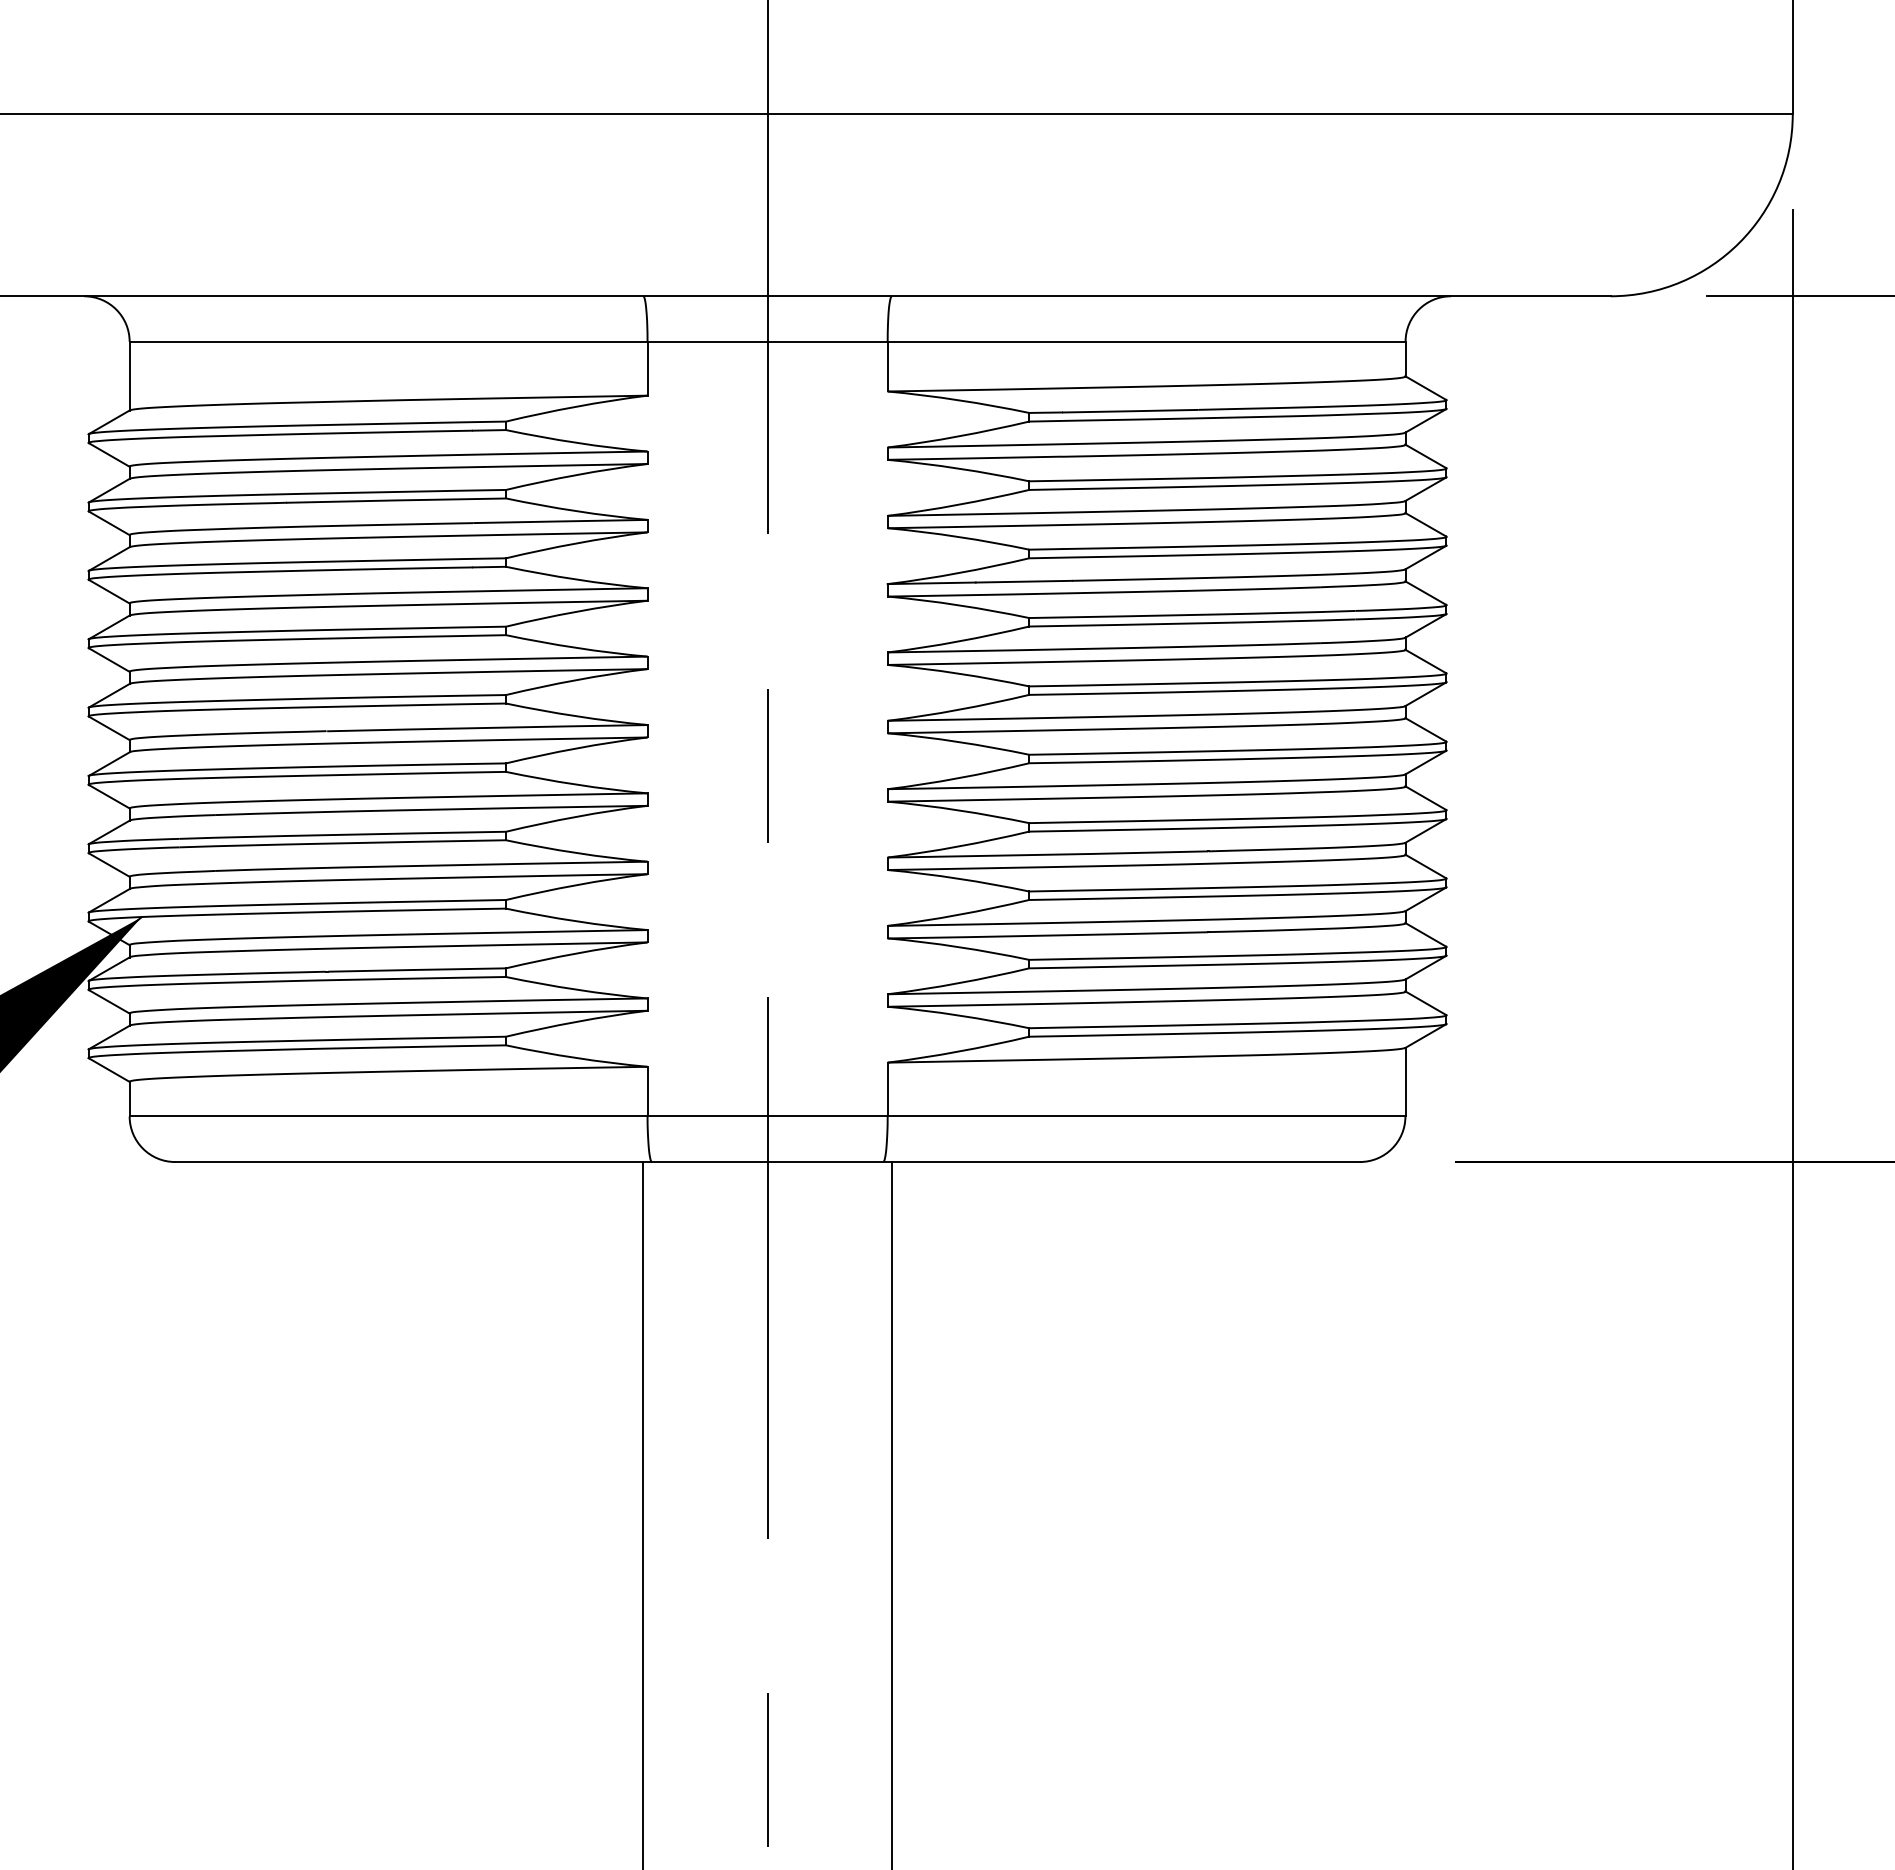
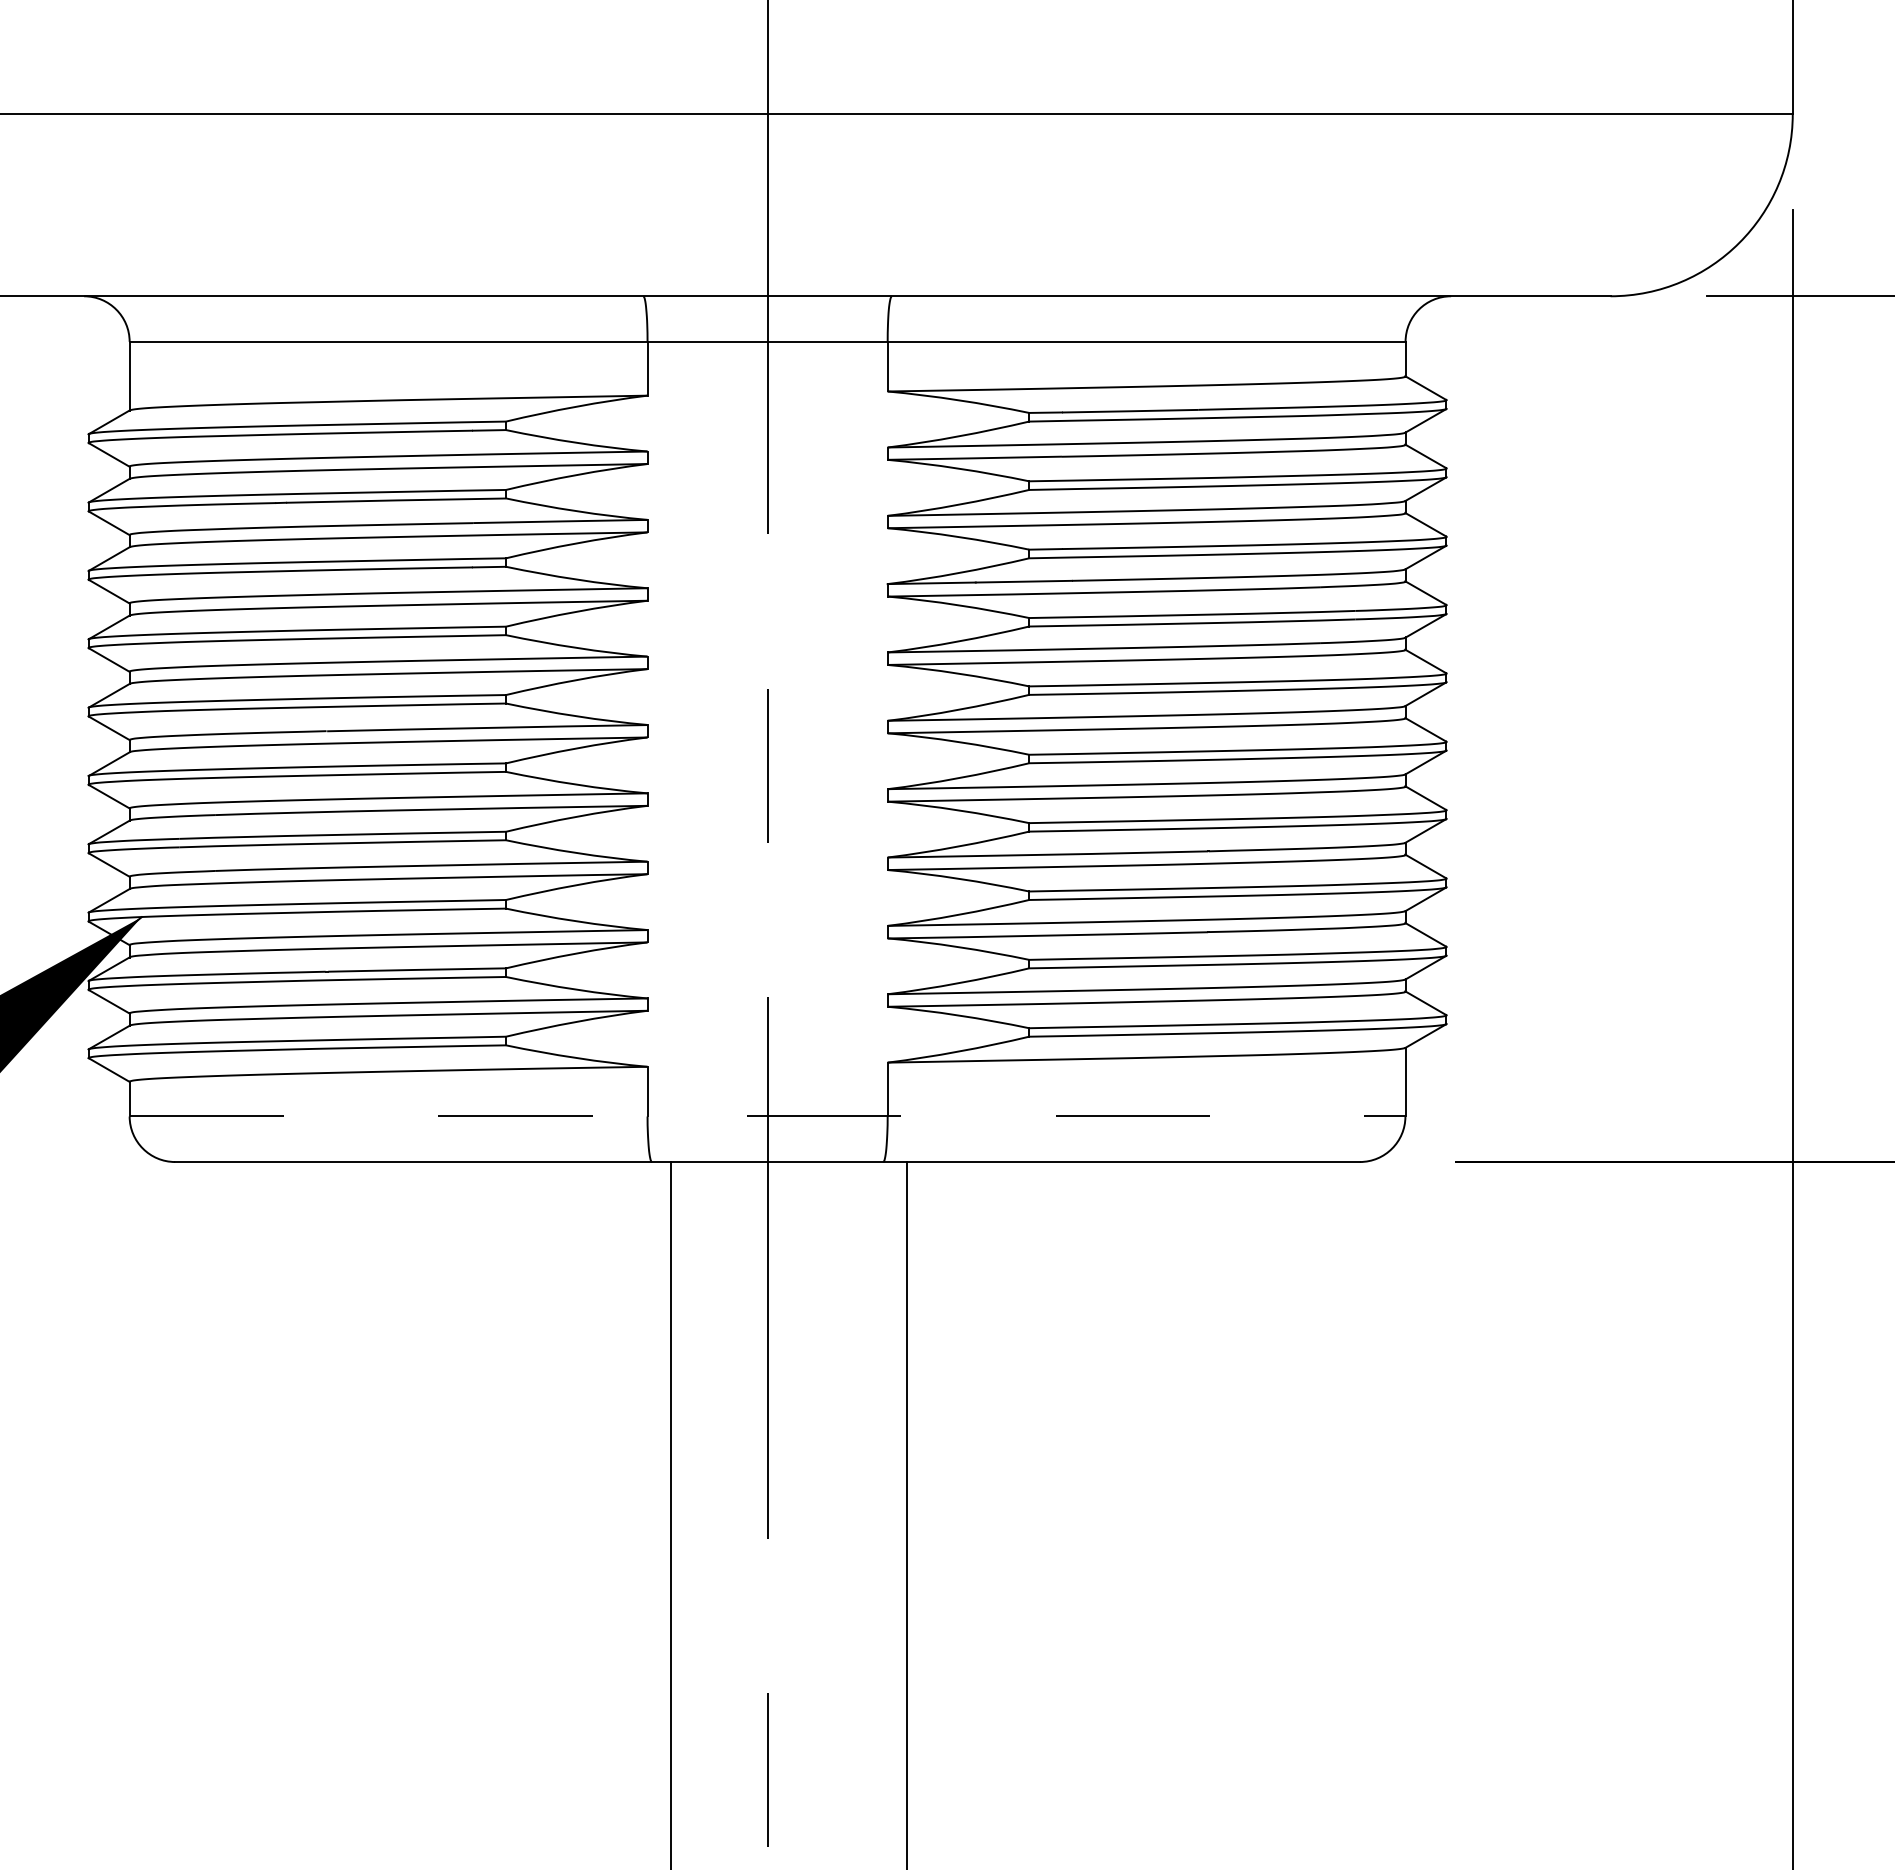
line at (767, 1116): solid -> dashed
line at (643, 1514) position: (643, 1514) -> (671, 1514)
line at (892, 1514) position: (892, 1514) -> (907, 1514)
